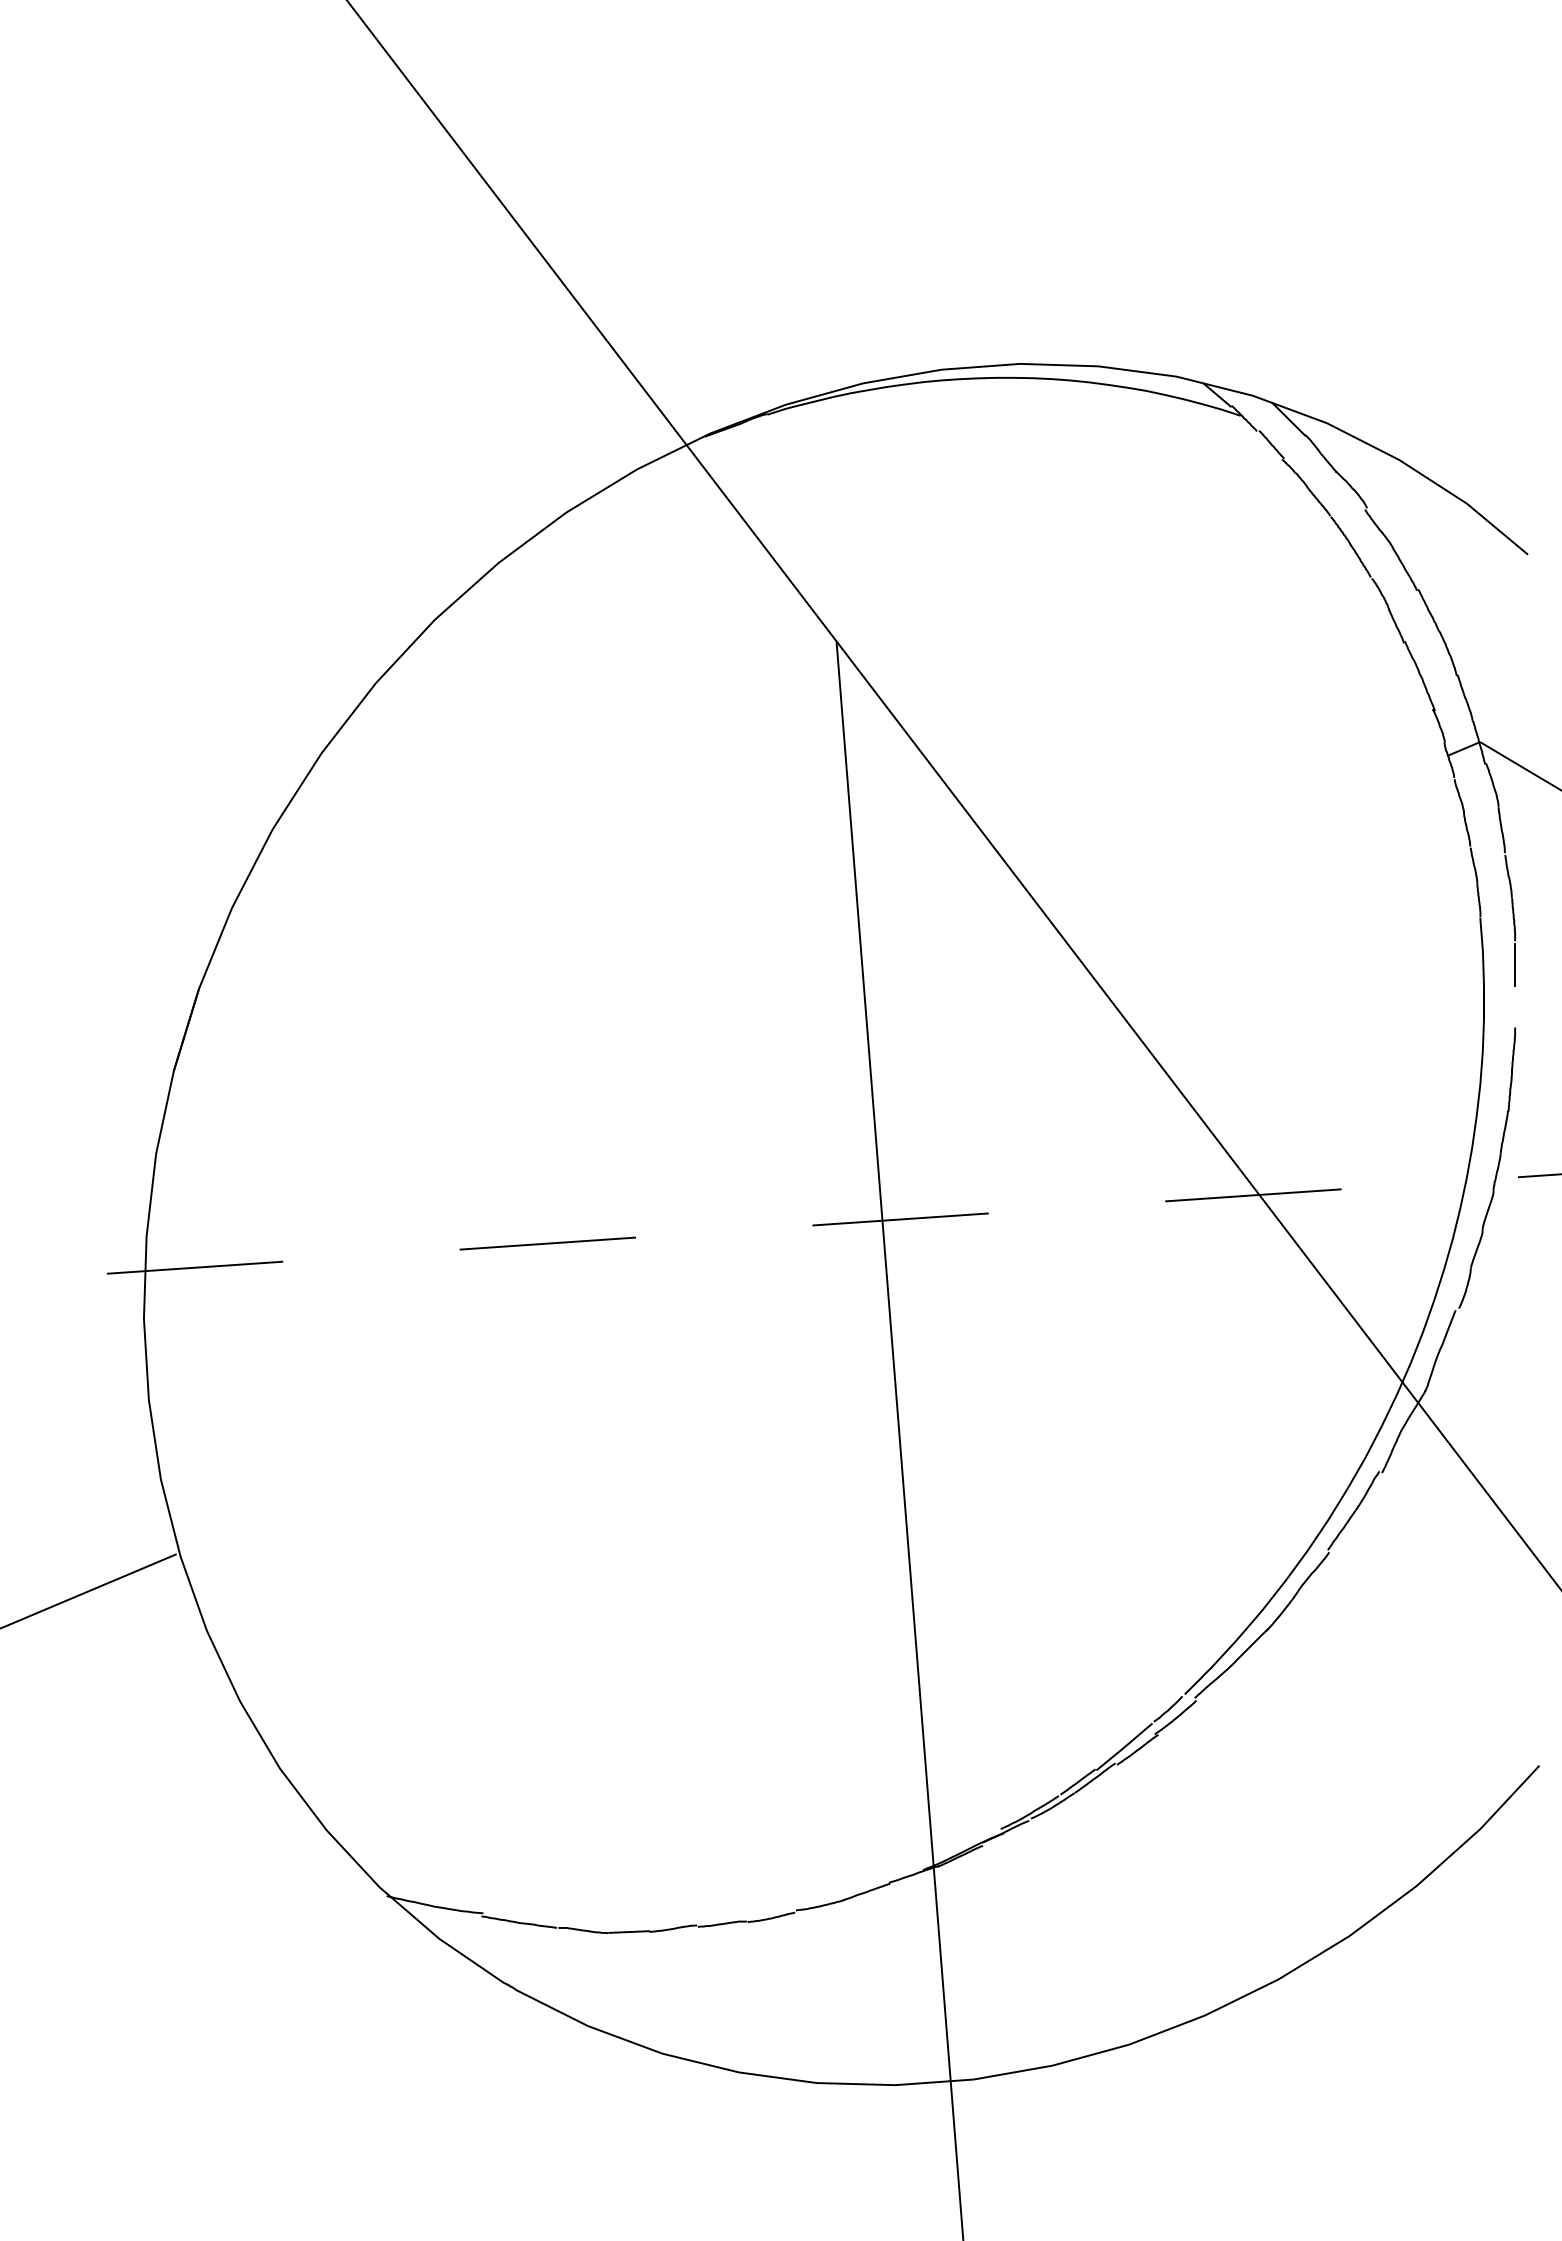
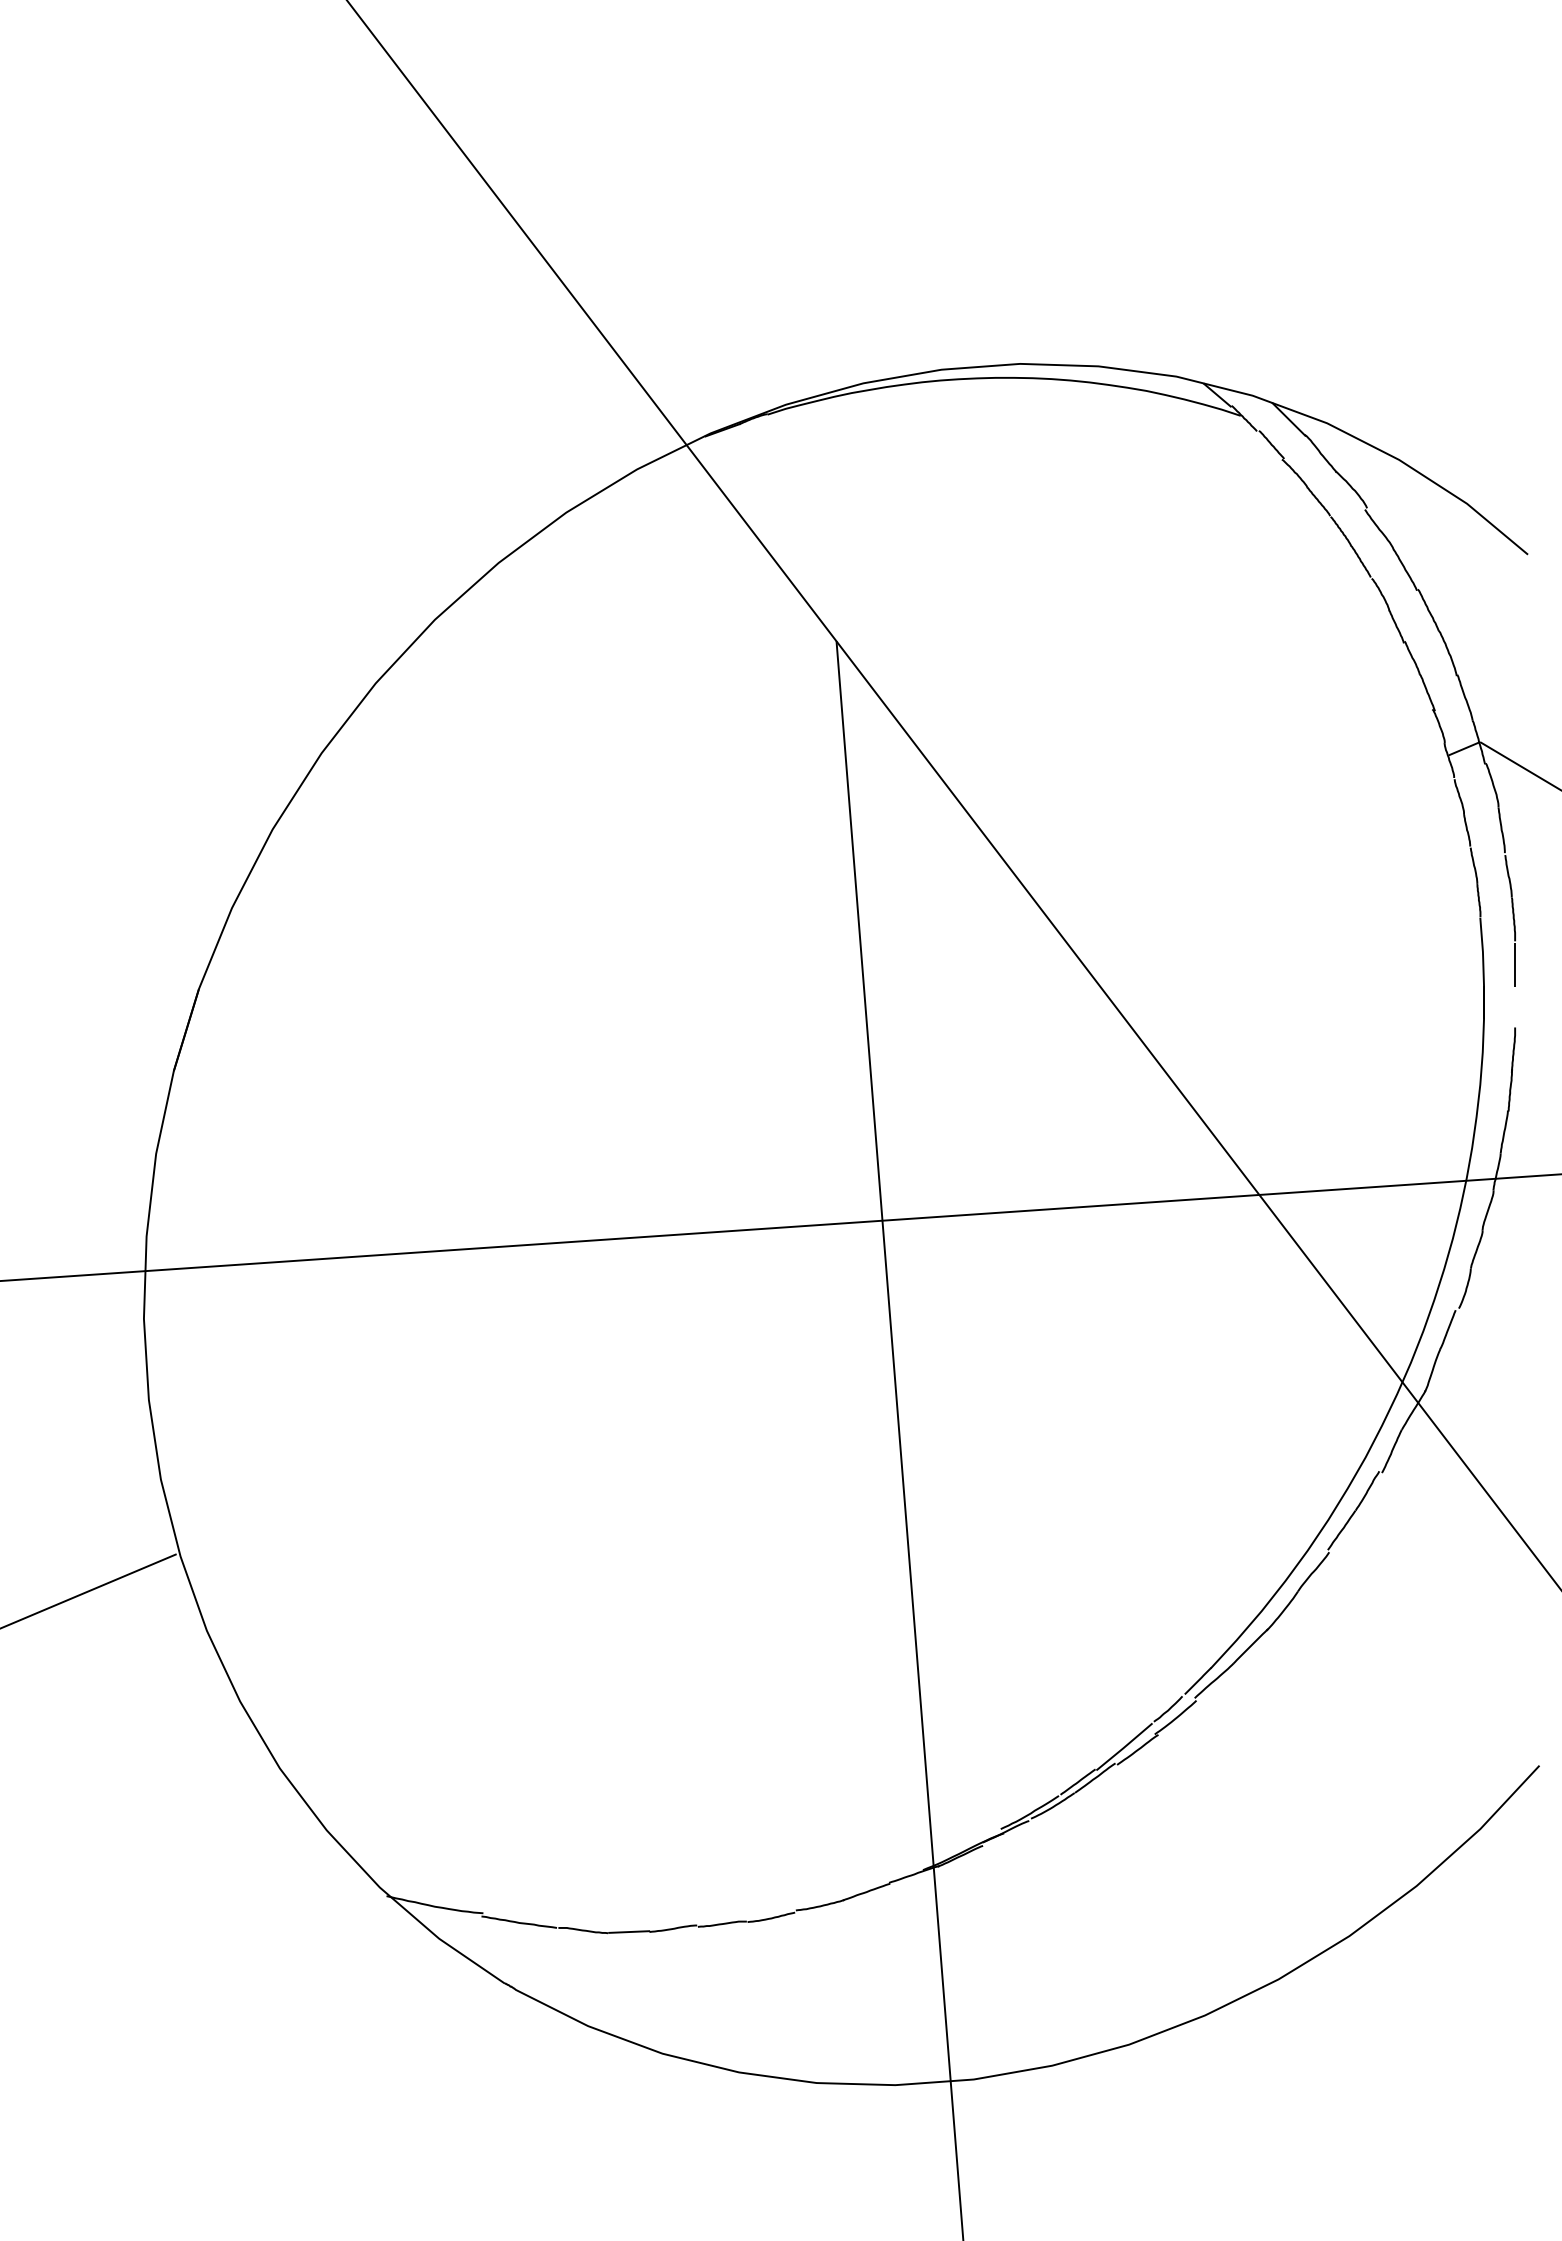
line at (781, 1227): dashed -> solid
